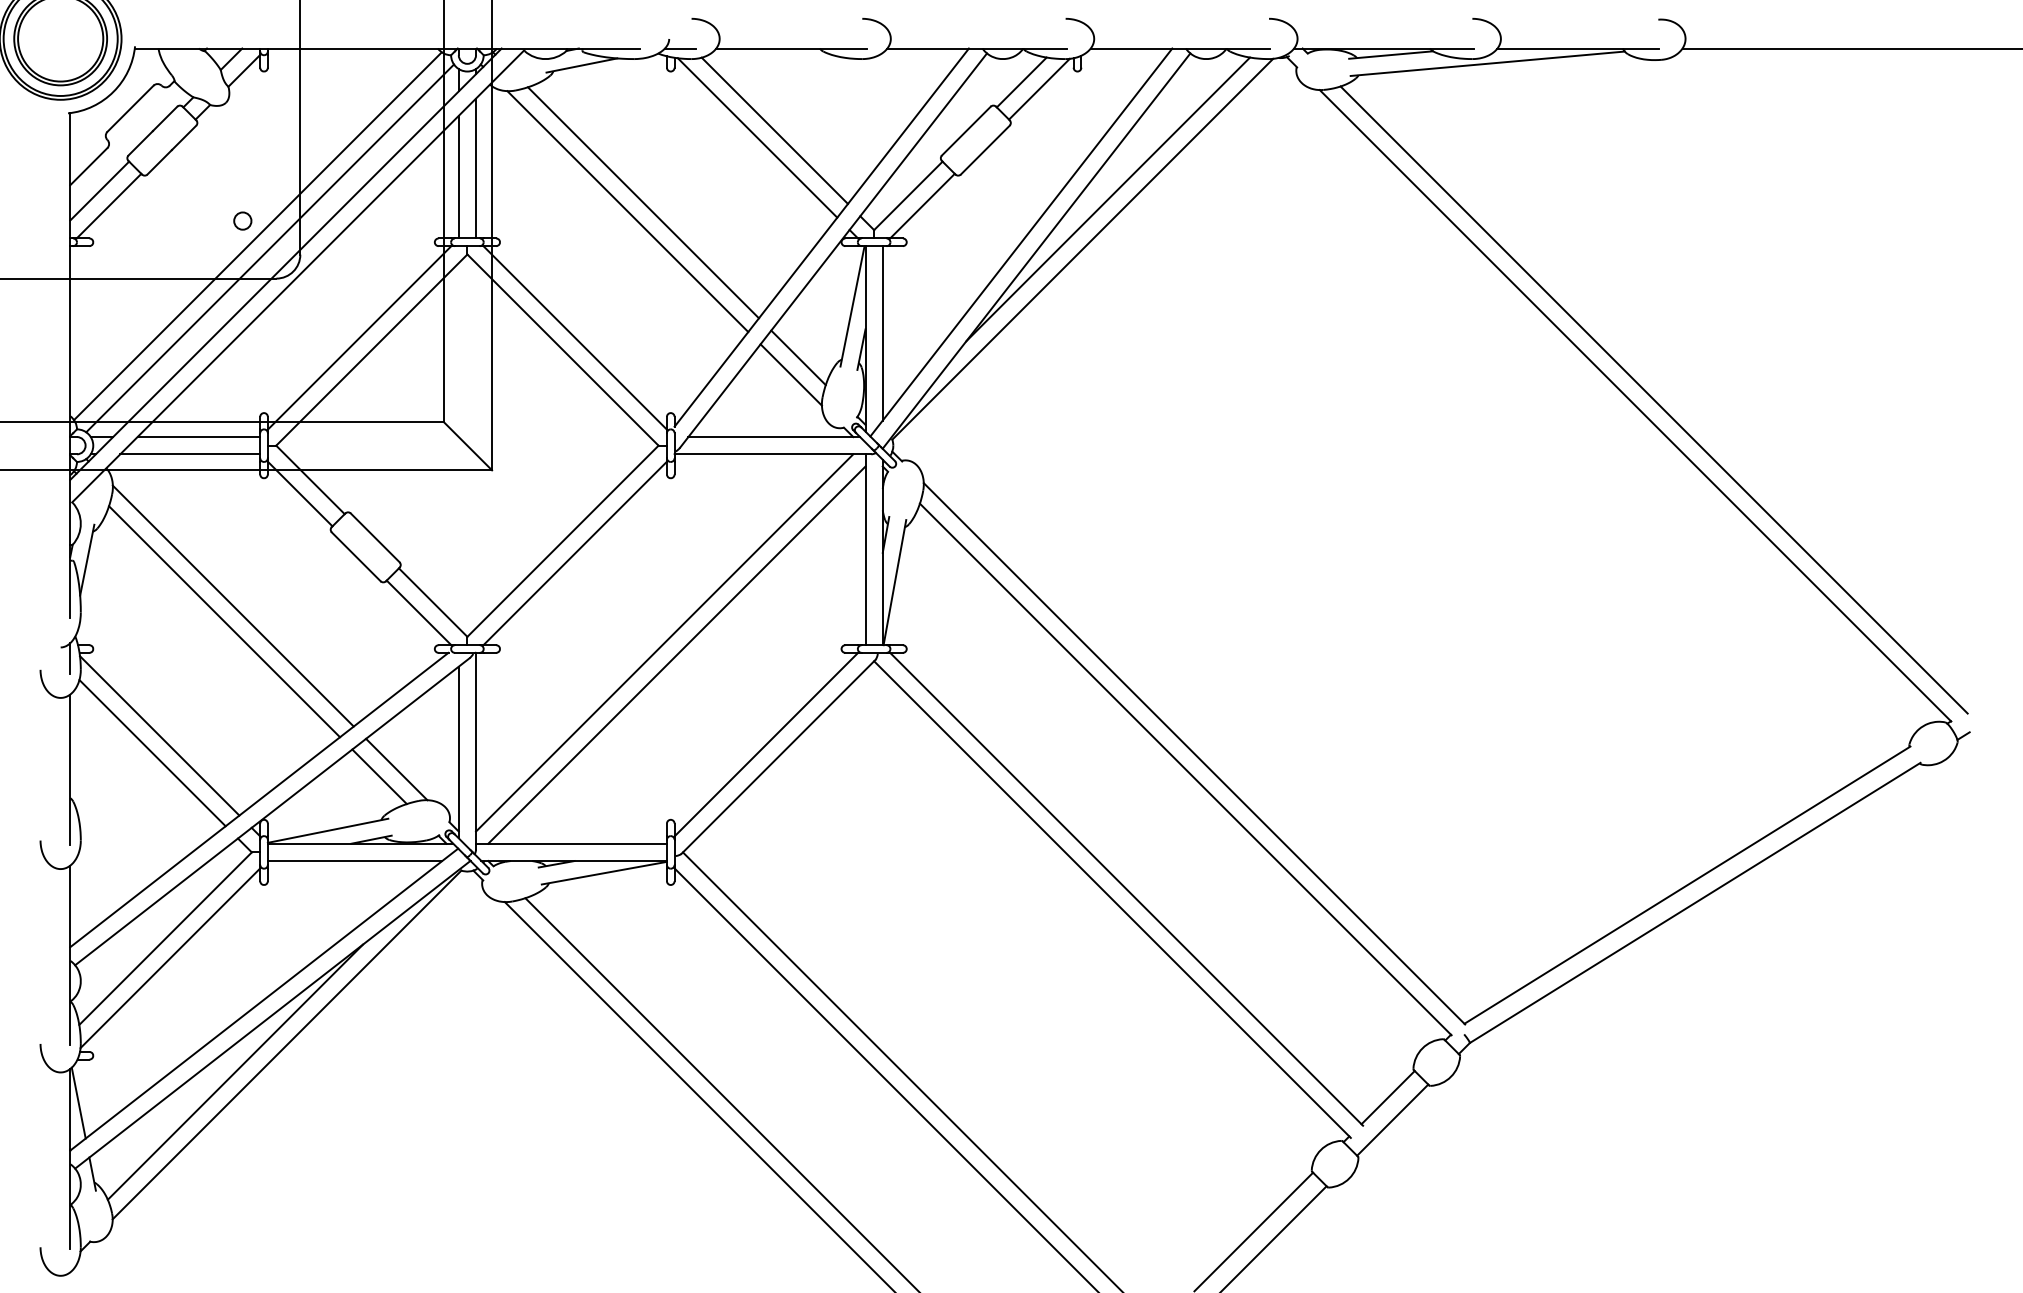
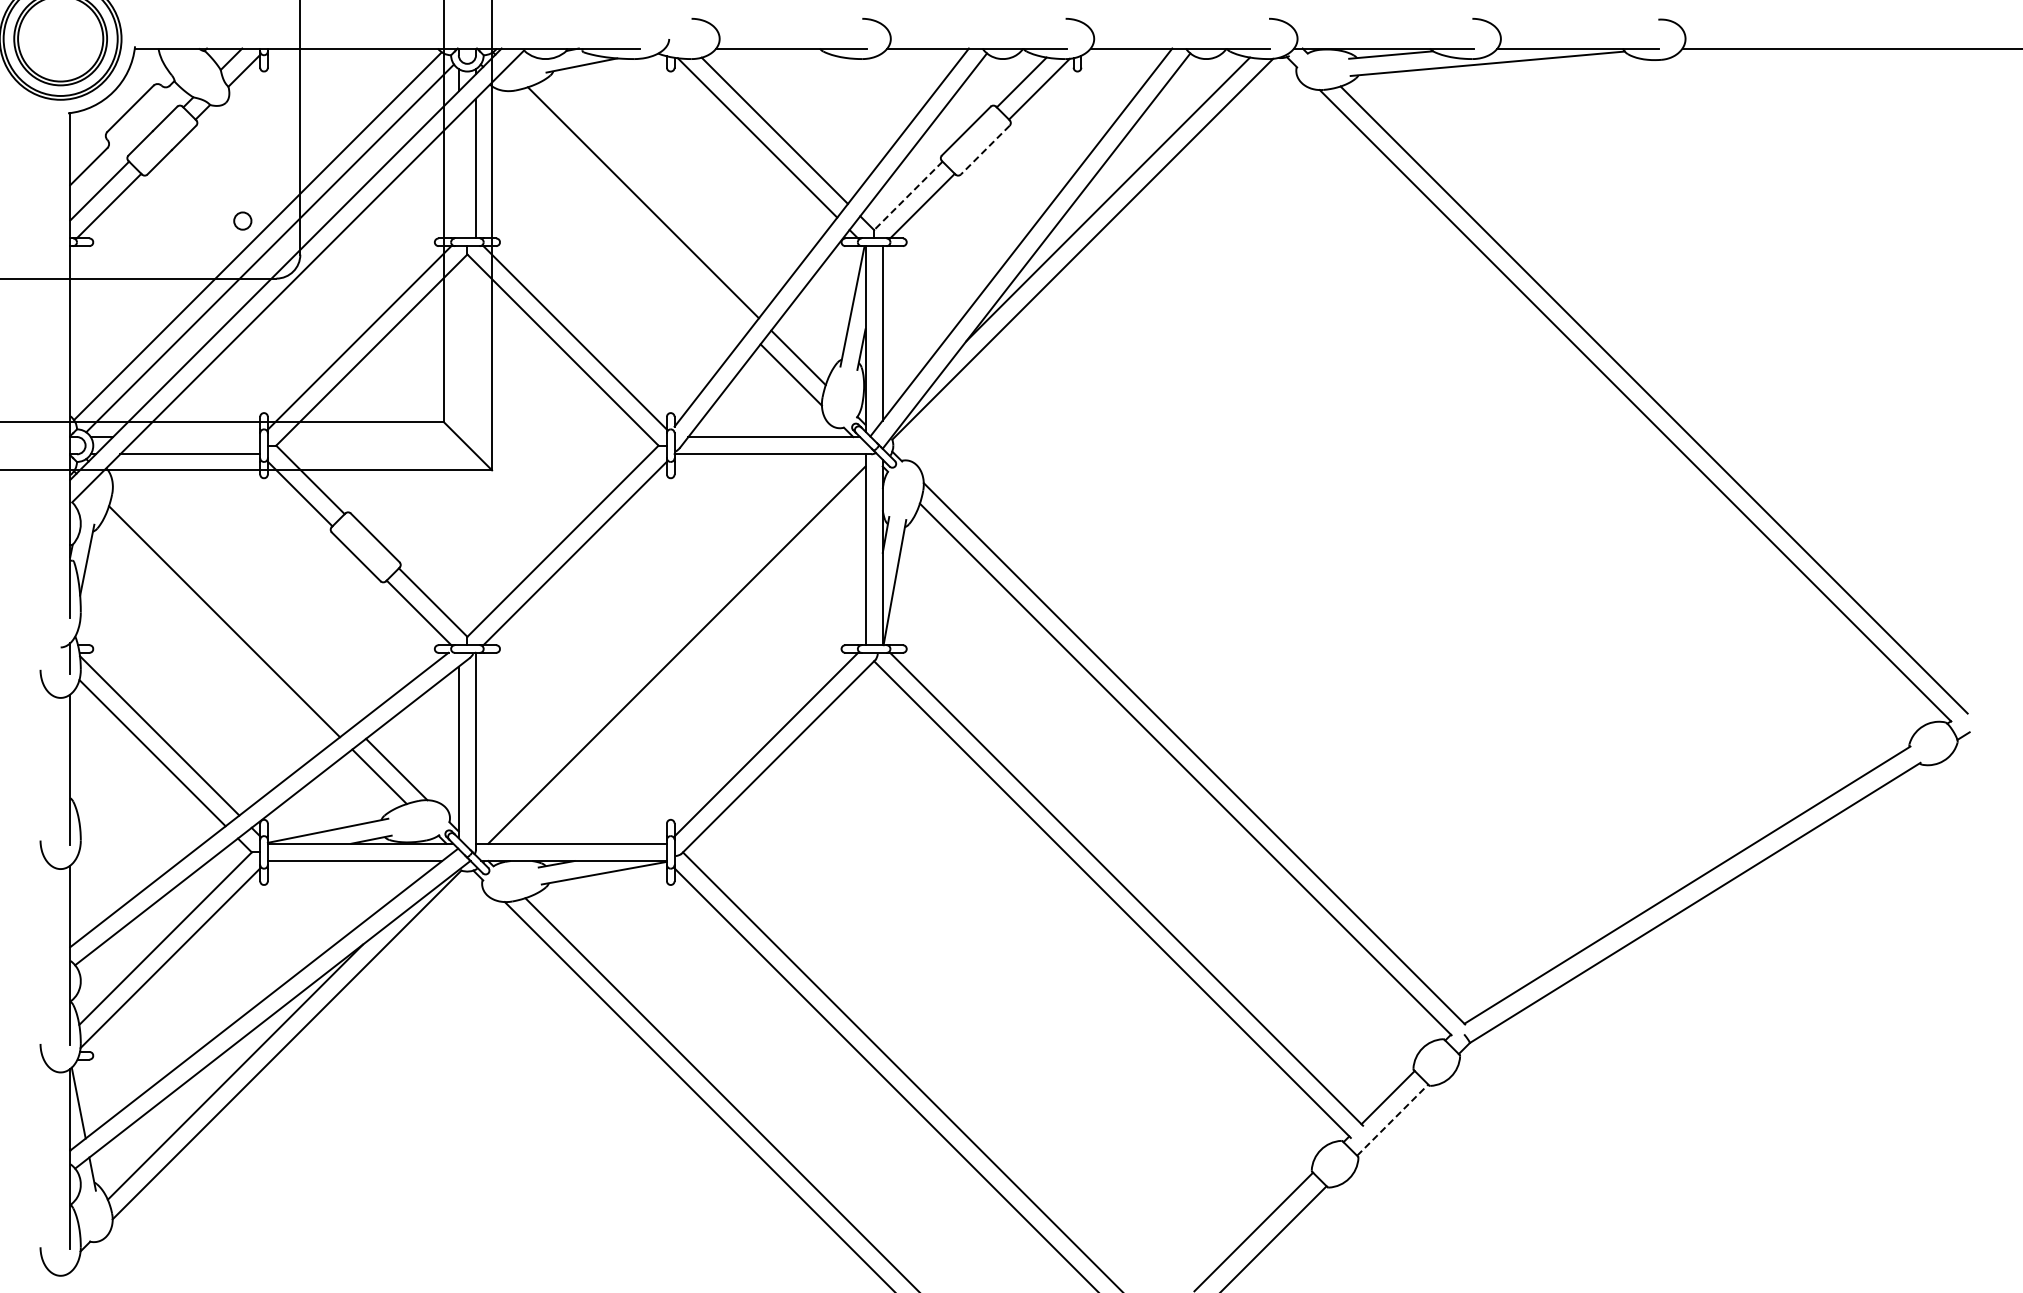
line at (679, 48): present -> none
line at (985, 150): solid -> dashed
line at (458, 176): present -> none
line at (908, 196): solid -> dashed
line at (627, 211): present -> none
line at (198, 437): present -> none
line at (232, 605): present -> none
line at (664, 642): present -> none
line at (1393, 1119): solid -> dashed
